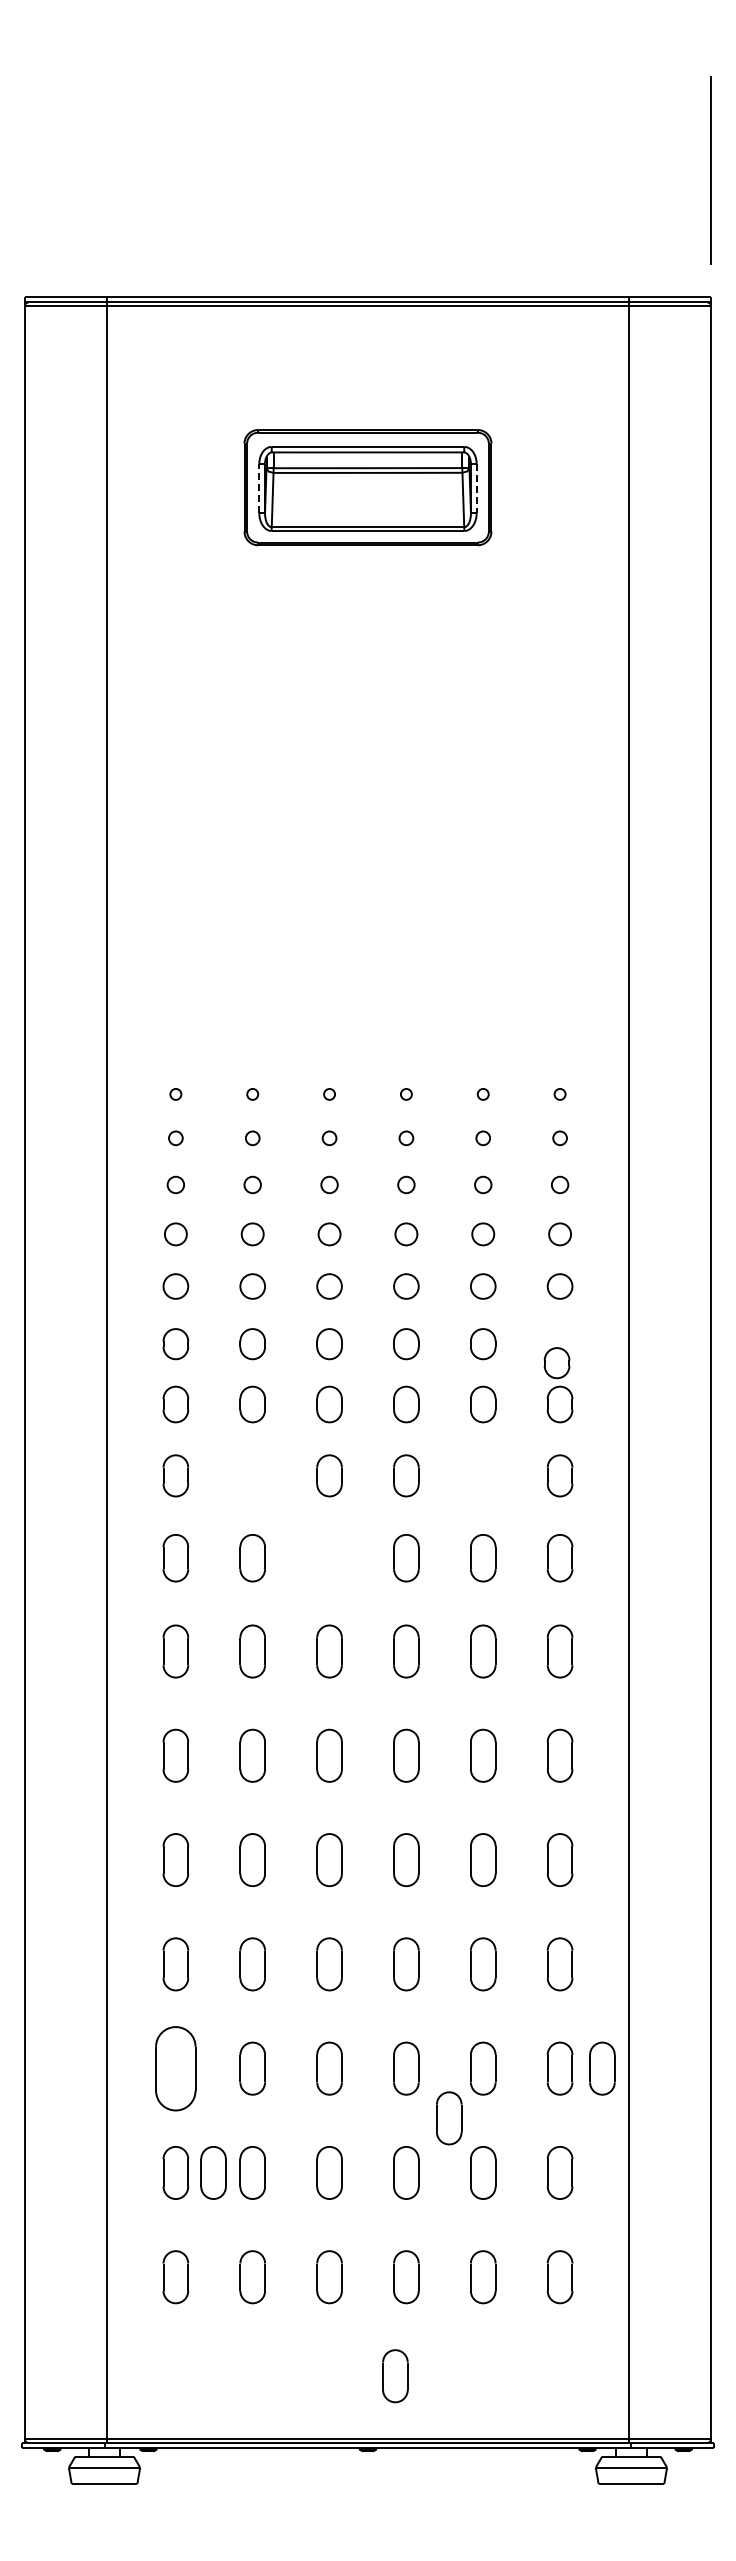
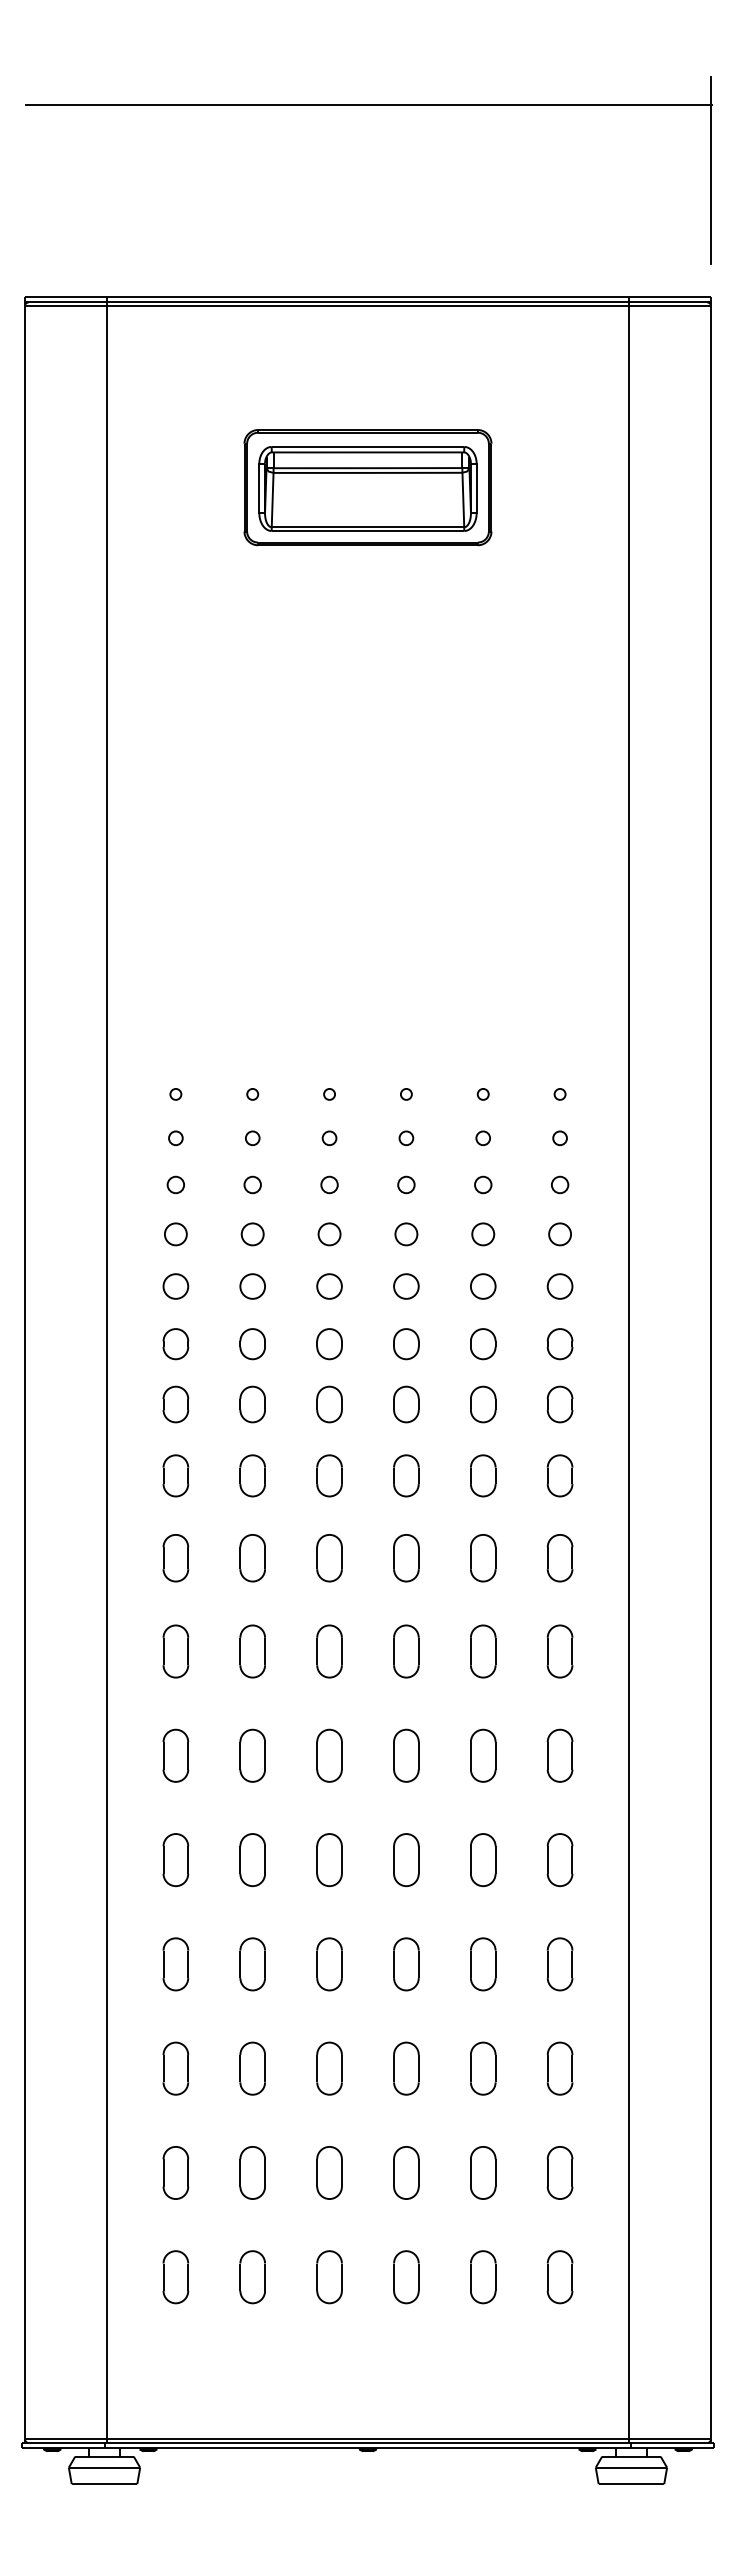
line at (369, 104): none -> present
line at (259, 488): dashed -> solid
line at (476, 488): dashed -> solid
part at (556, 1363) position: (556, 1363) -> (559, 1344)
part at (252, 1475): none -> present
part at (483, 1475): none -> present
part at (329, 1558): none -> present
part at (175, 2068) size: 42x86 px -> 28x55 px
part at (602, 2068): present -> none
part at (449, 2118): present -> none
part at (213, 2172): present -> none
part at (395, 2376): present -> none
